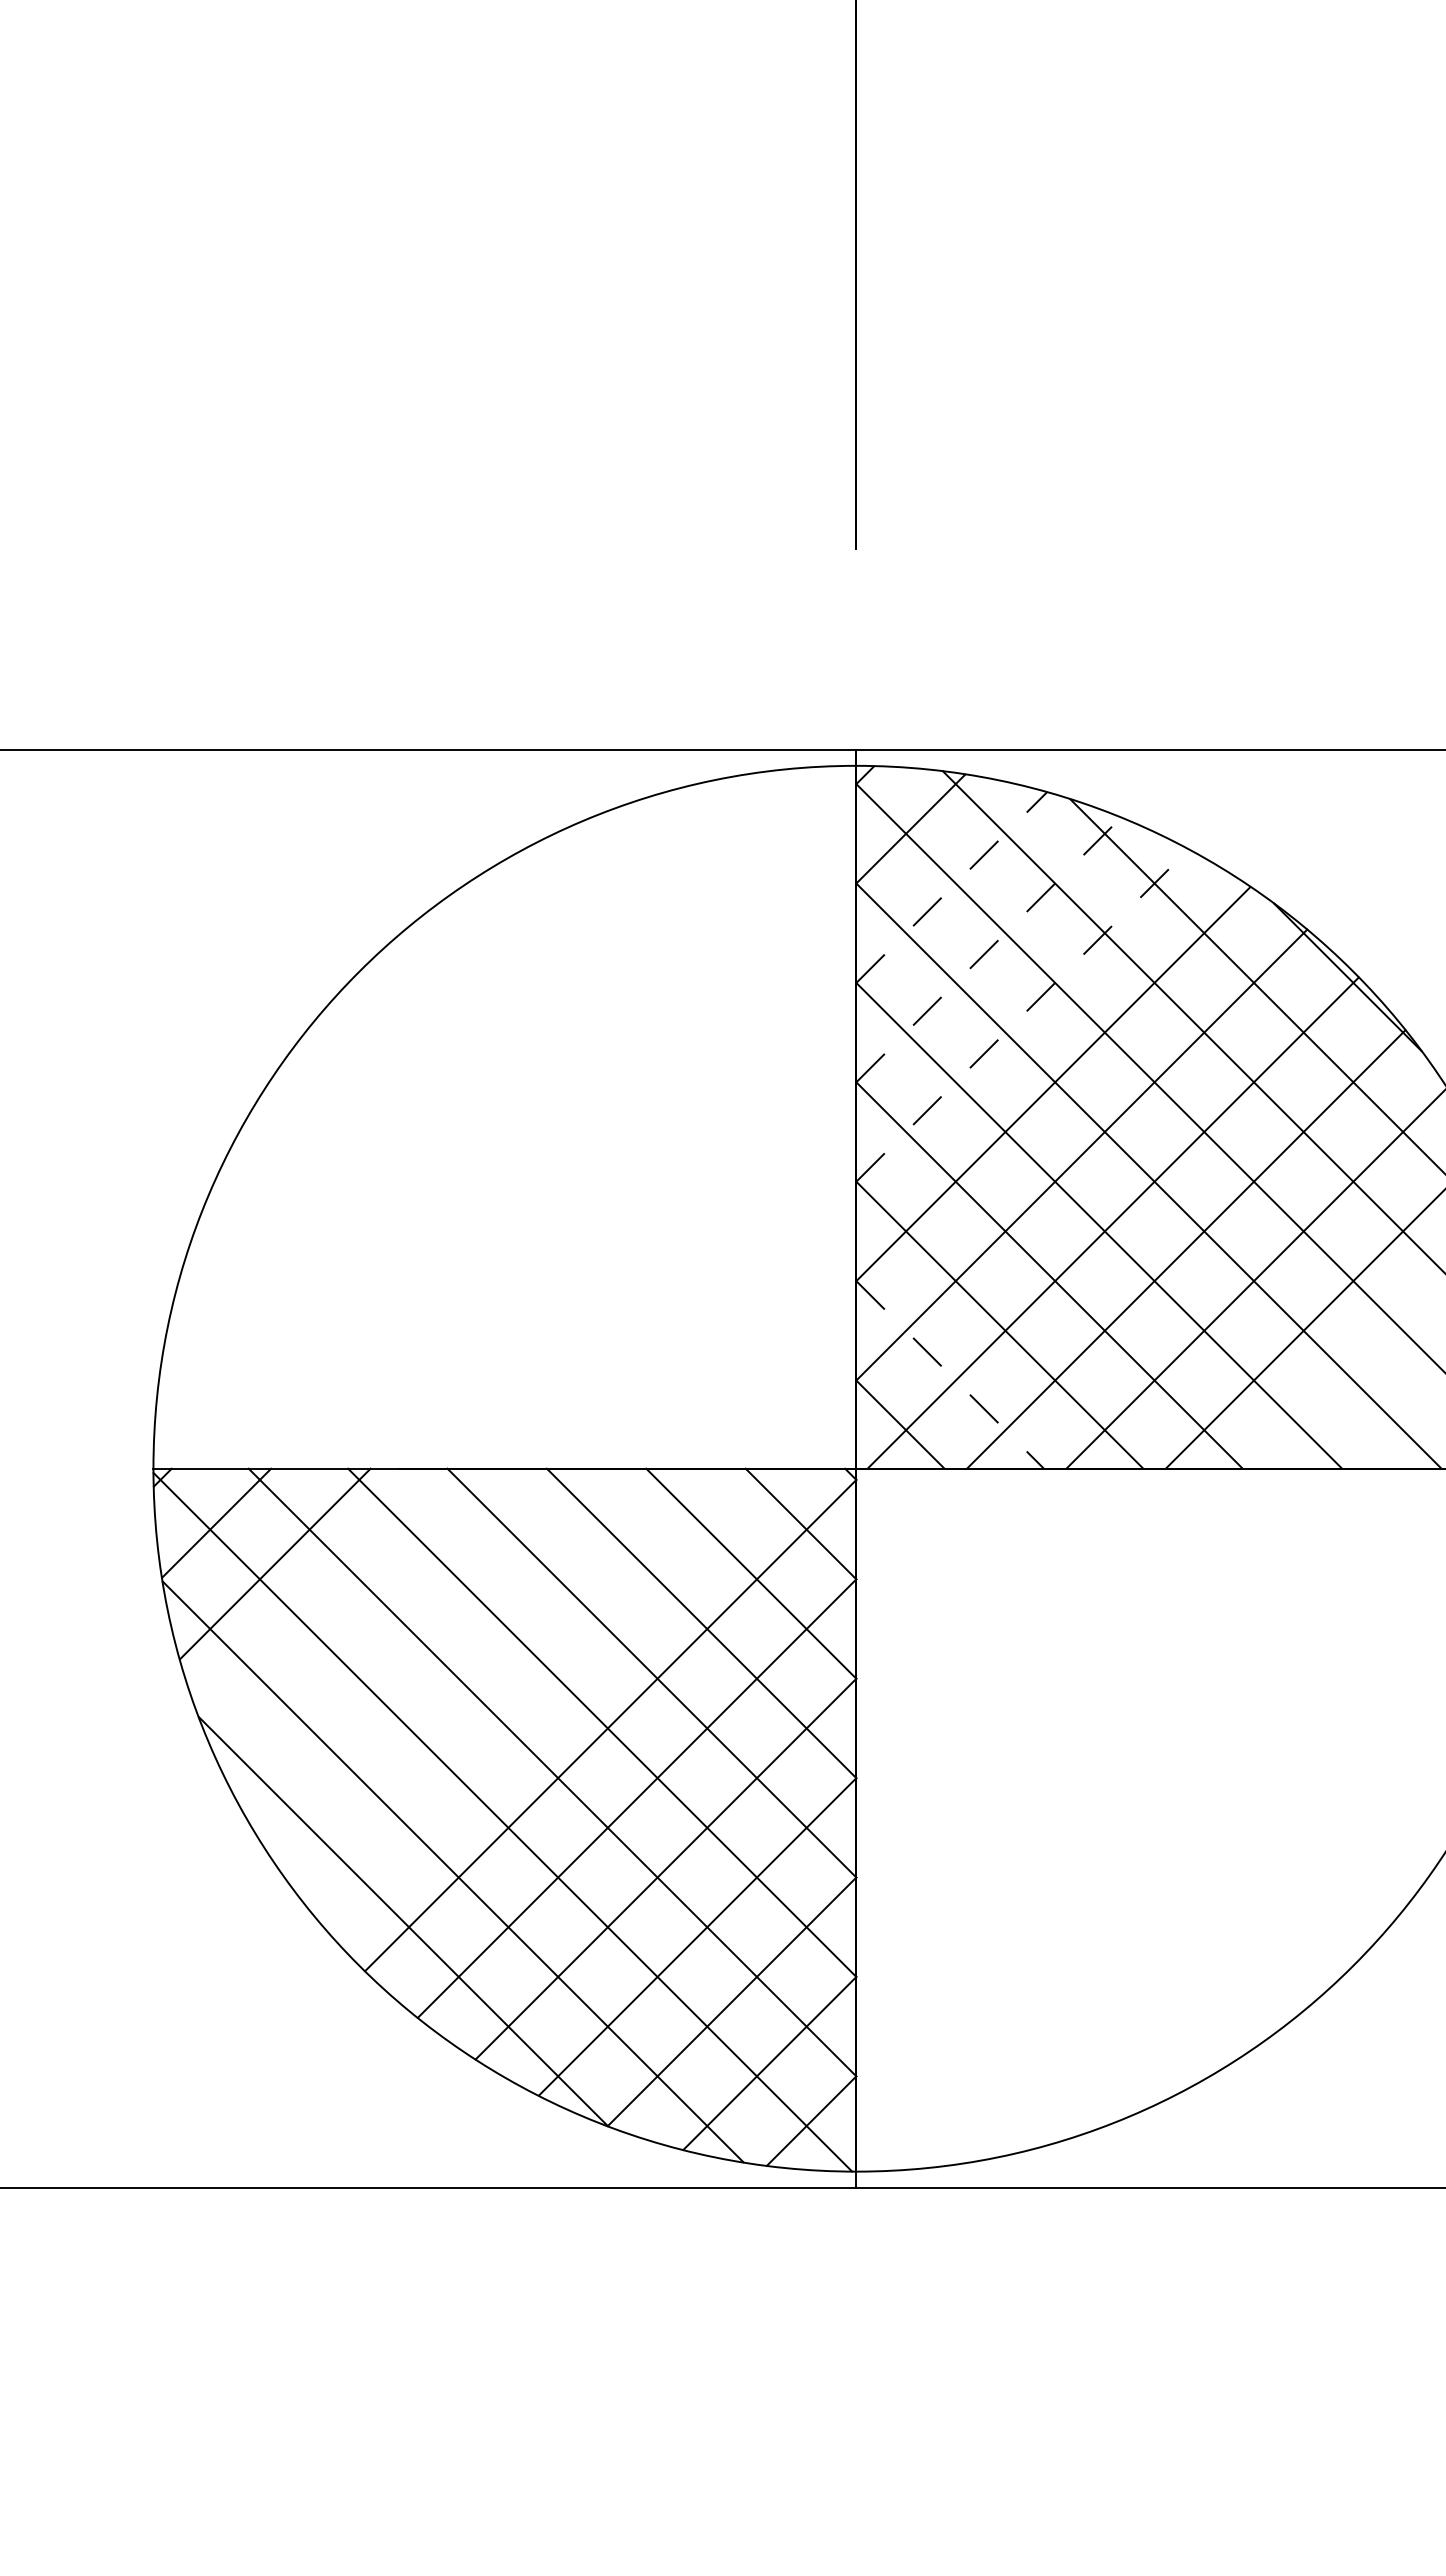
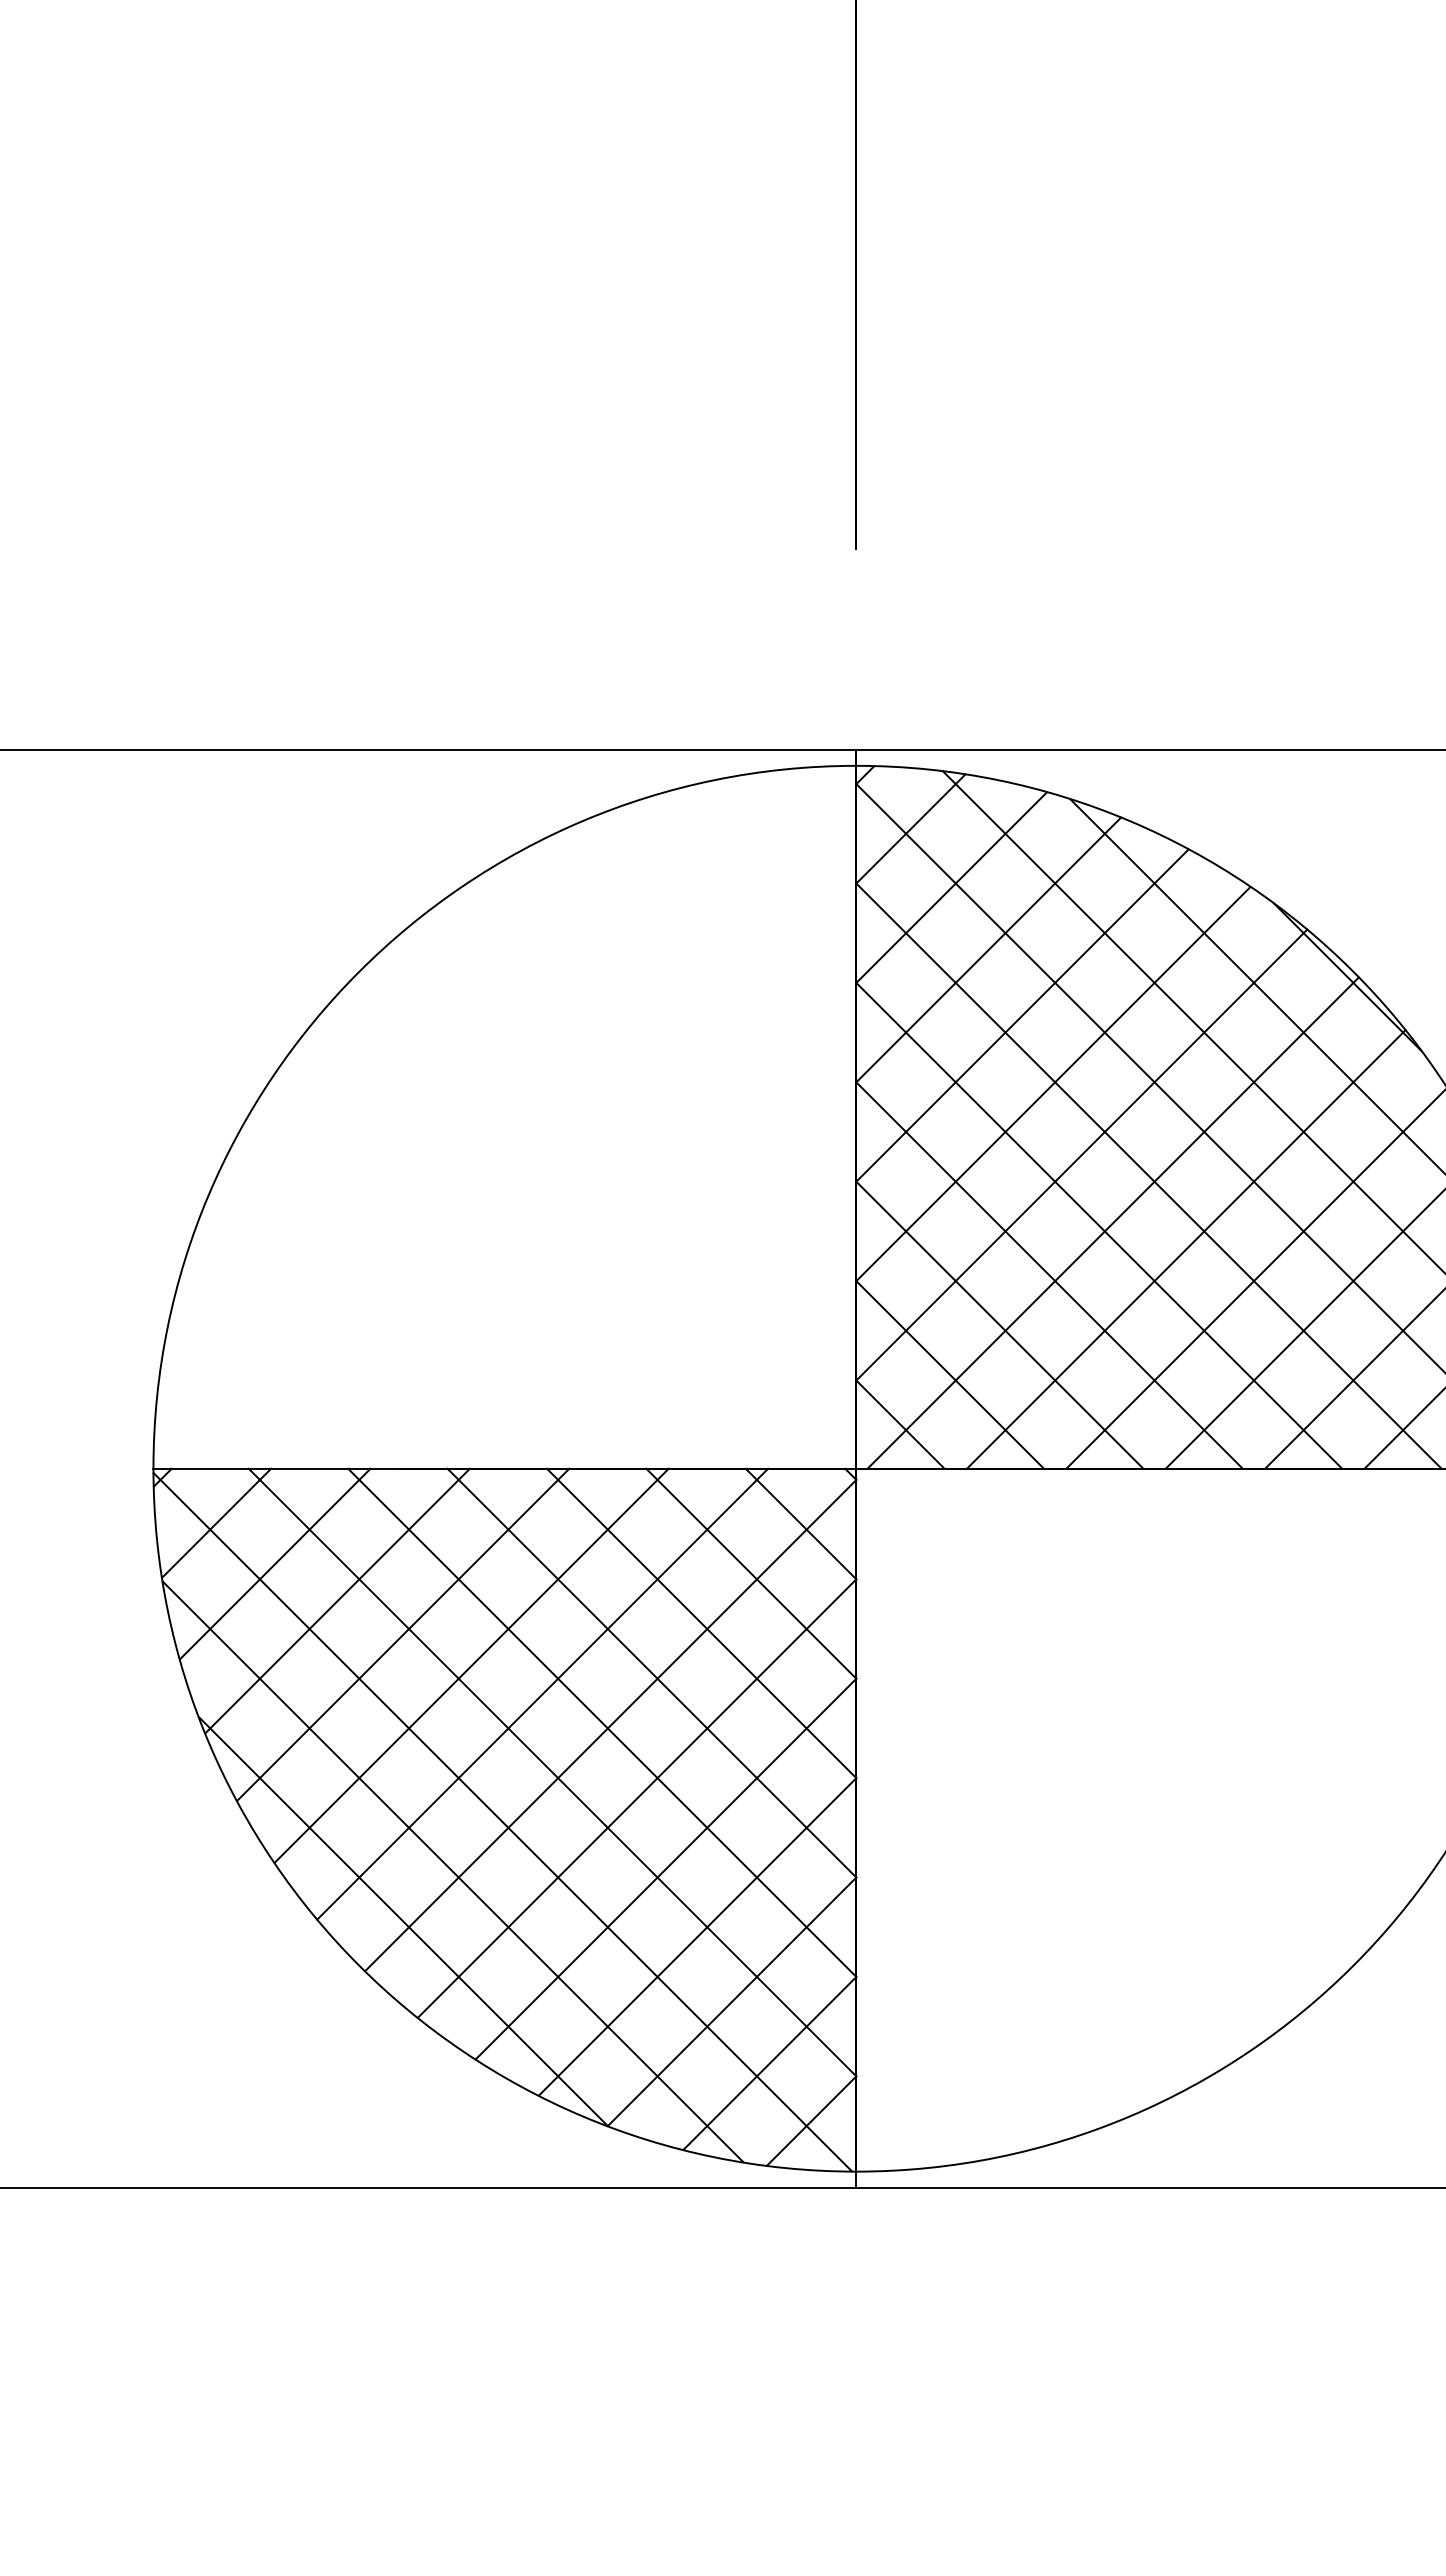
line at (951, 887): dashed -> solid
line at (989, 949): dashed -> solid
line at (1022, 1015): dashed -> solid
line at (950, 1374): dashed -> solid
line at (1353, 1379): none -> present
line at (1403, 1429): none -> present
line at (337, 1600): none -> present
line at (403, 1634): none -> present
line at (471, 1665): none -> present
line at (542, 1693): none -> present
